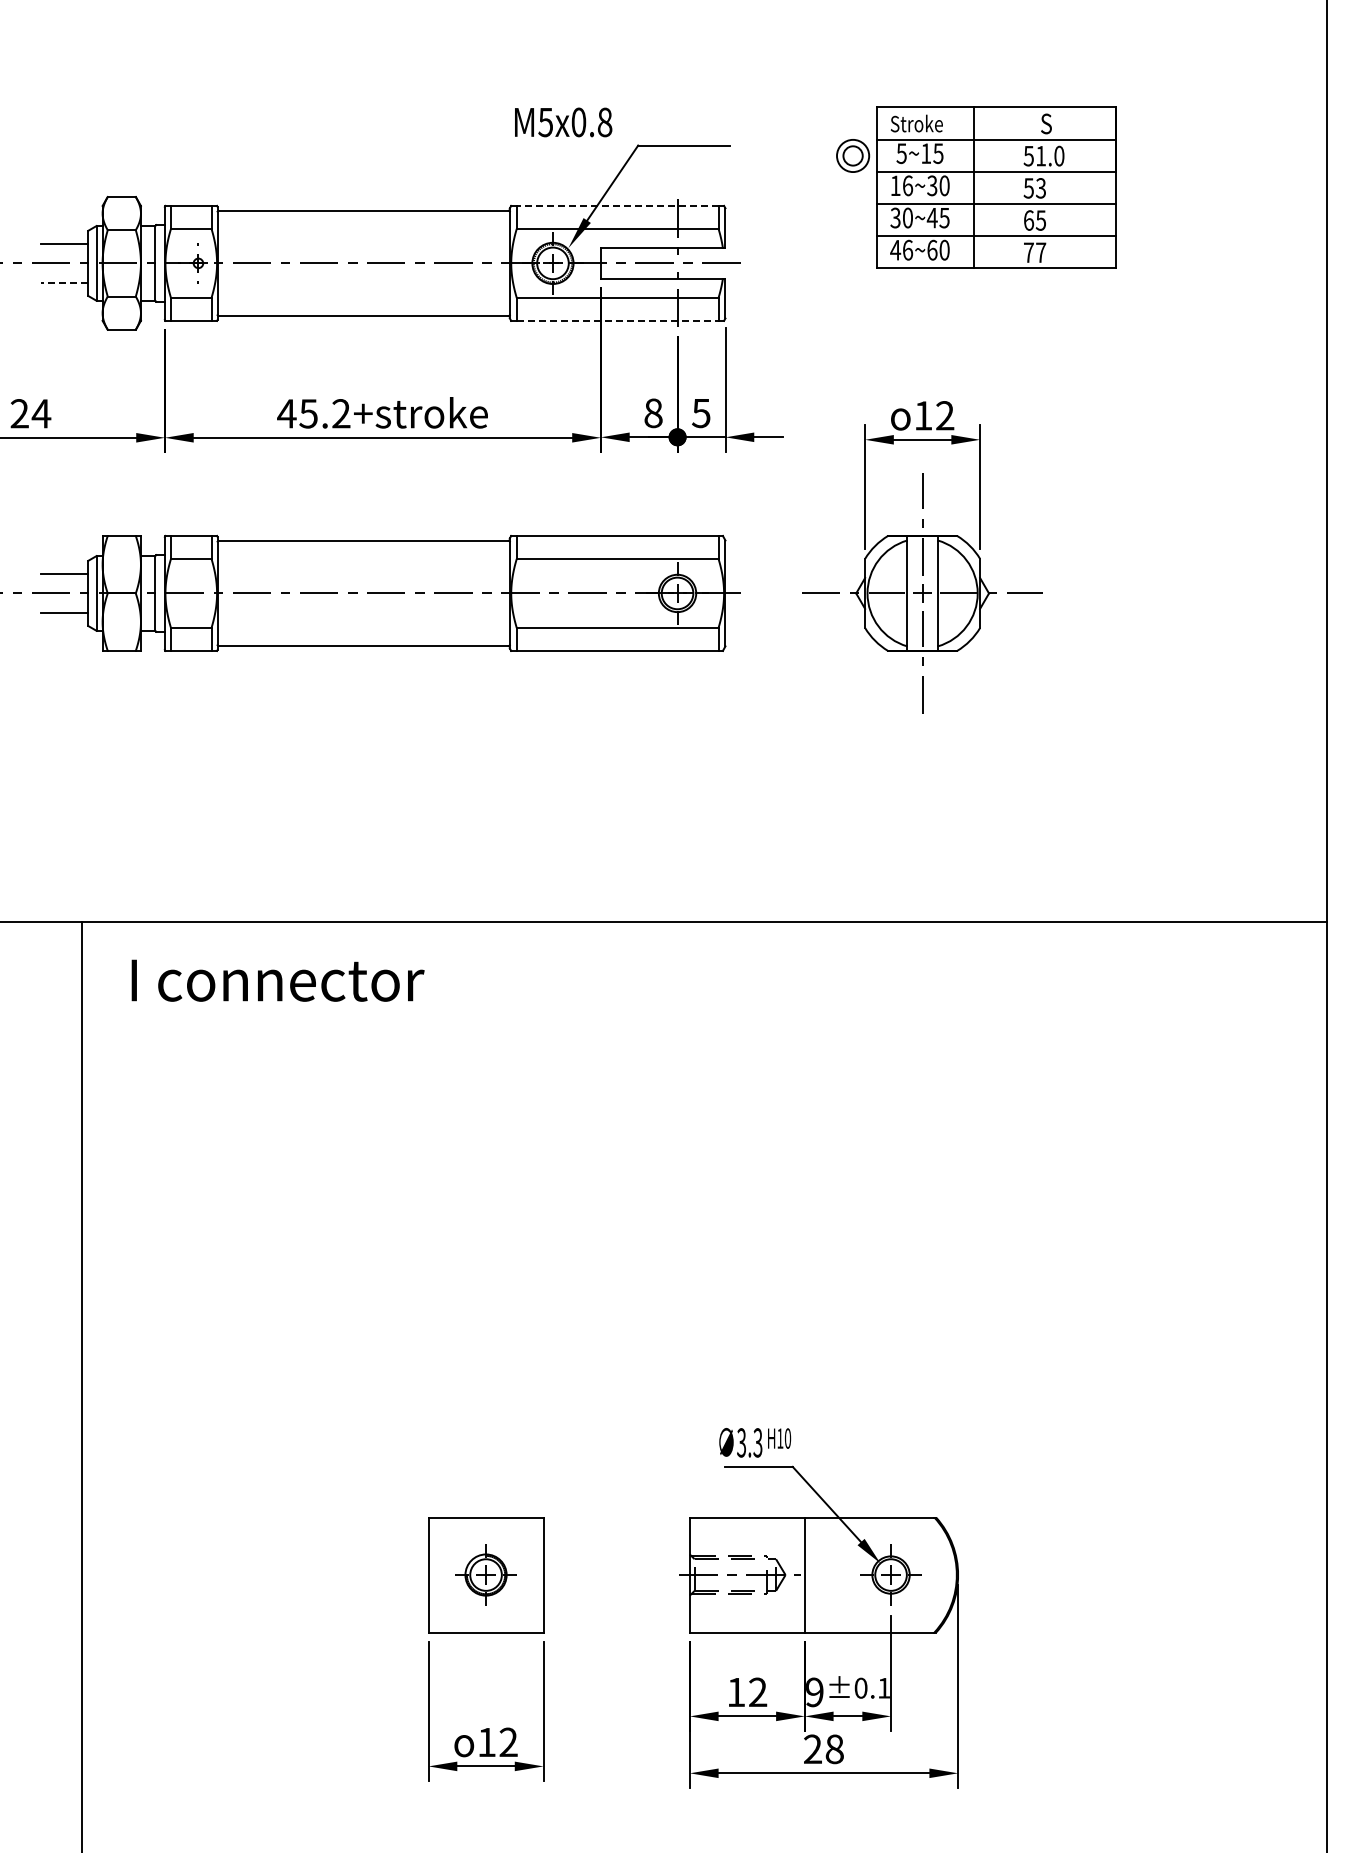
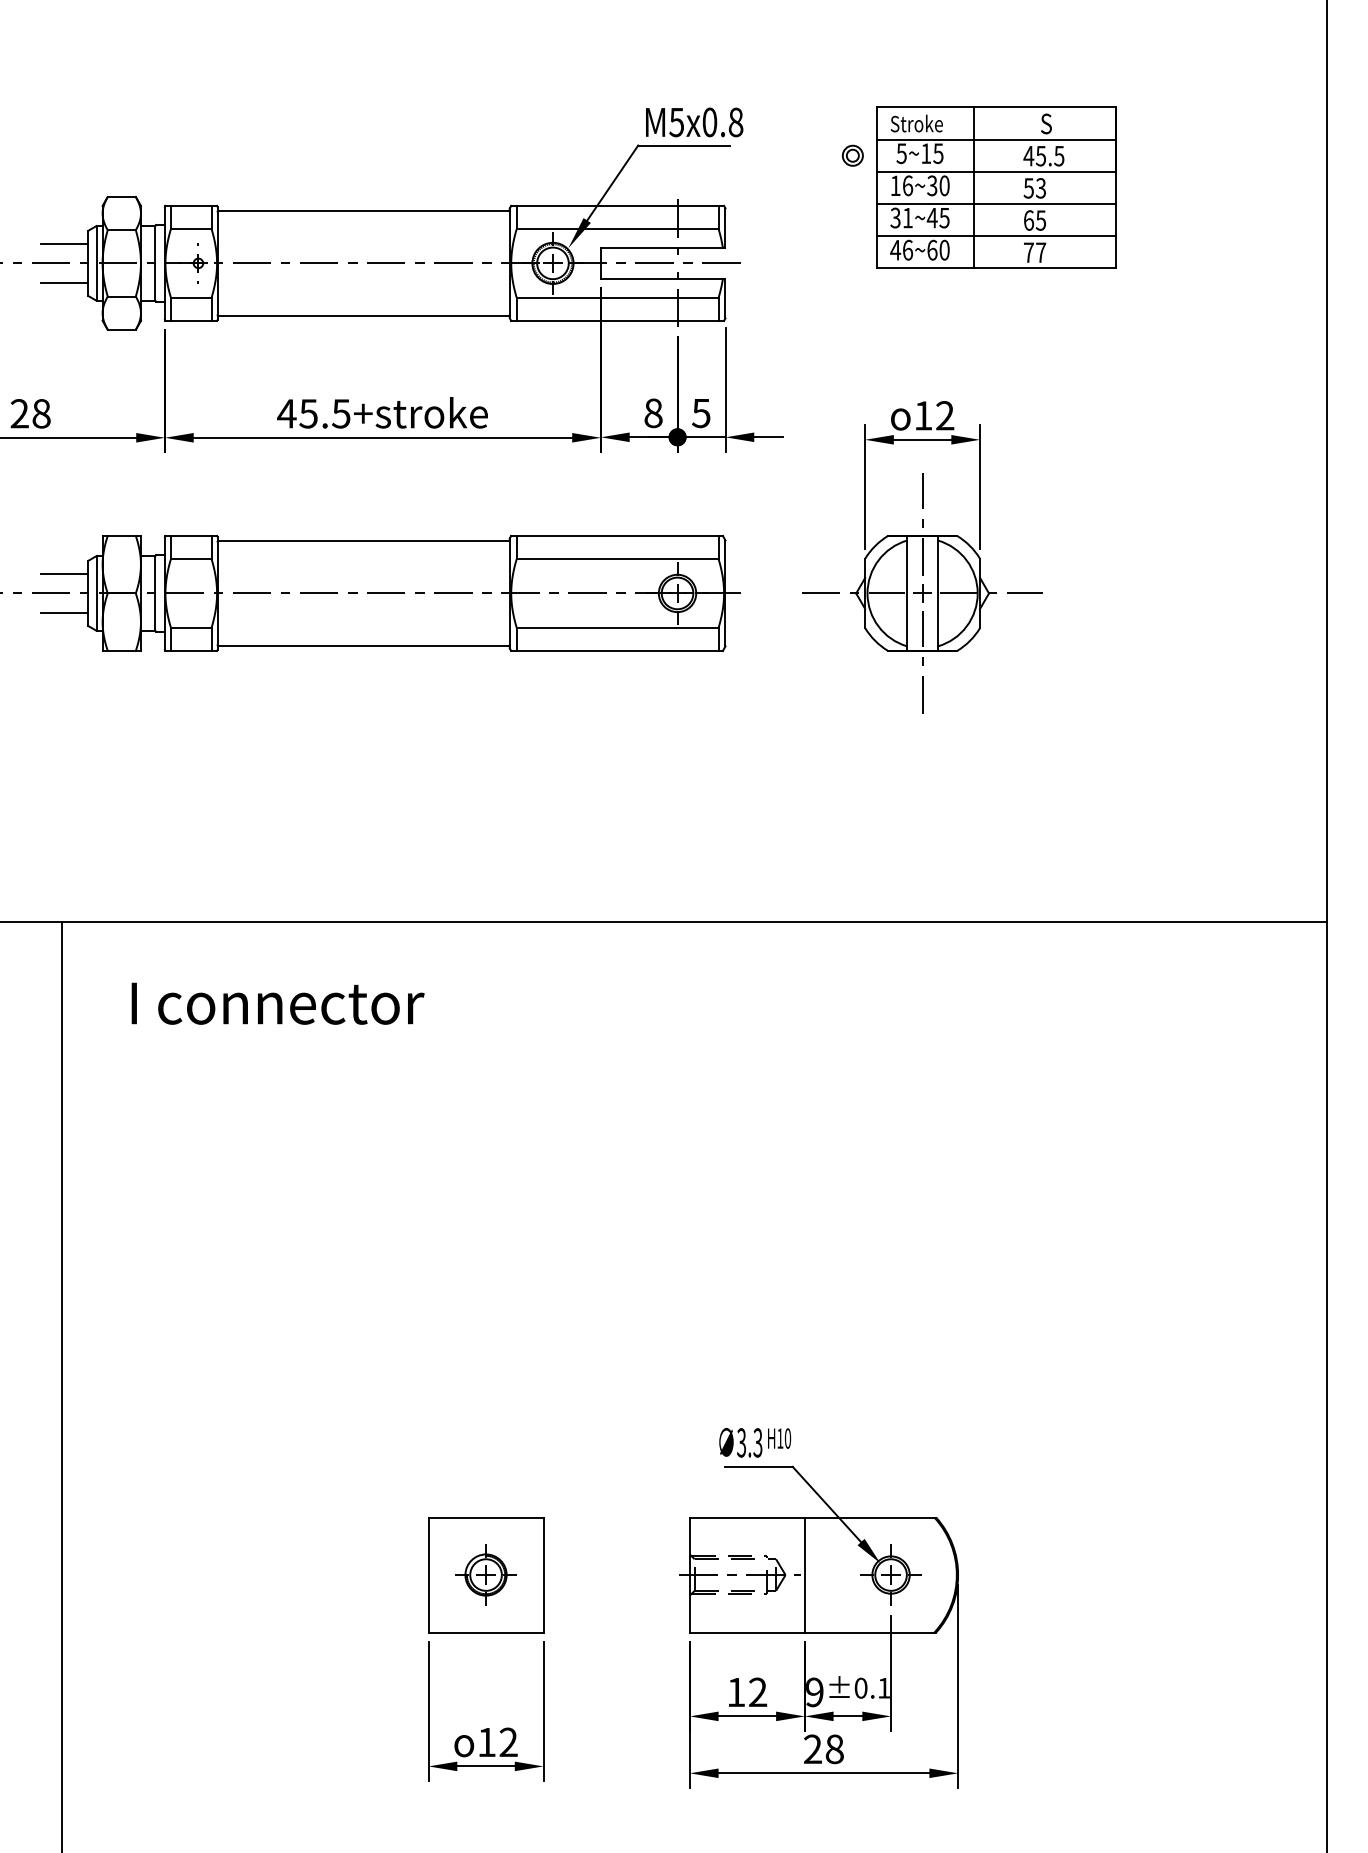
text at (563, 122) position: (563, 122) -> (694, 122)
part at (853, 155) size: 35x34 px -> 23x23 px
text at (1043, 155): 51.0 -> 45.5
line at (617, 205): dashed -> solid
text at (907, 217): 30~45 -> 31~45
line at (64, 282): dashed -> solid
line at (617, 320): dashed -> solid
text at (41, 413): 24 -> 28
text at (341, 413): 45.2+stroke -> 45.5+stroke
text at (277, 980) position: (277, 980) -> (277, 1003)
line at (82, 1385) position: (82, 1385) -> (62, 1385)
